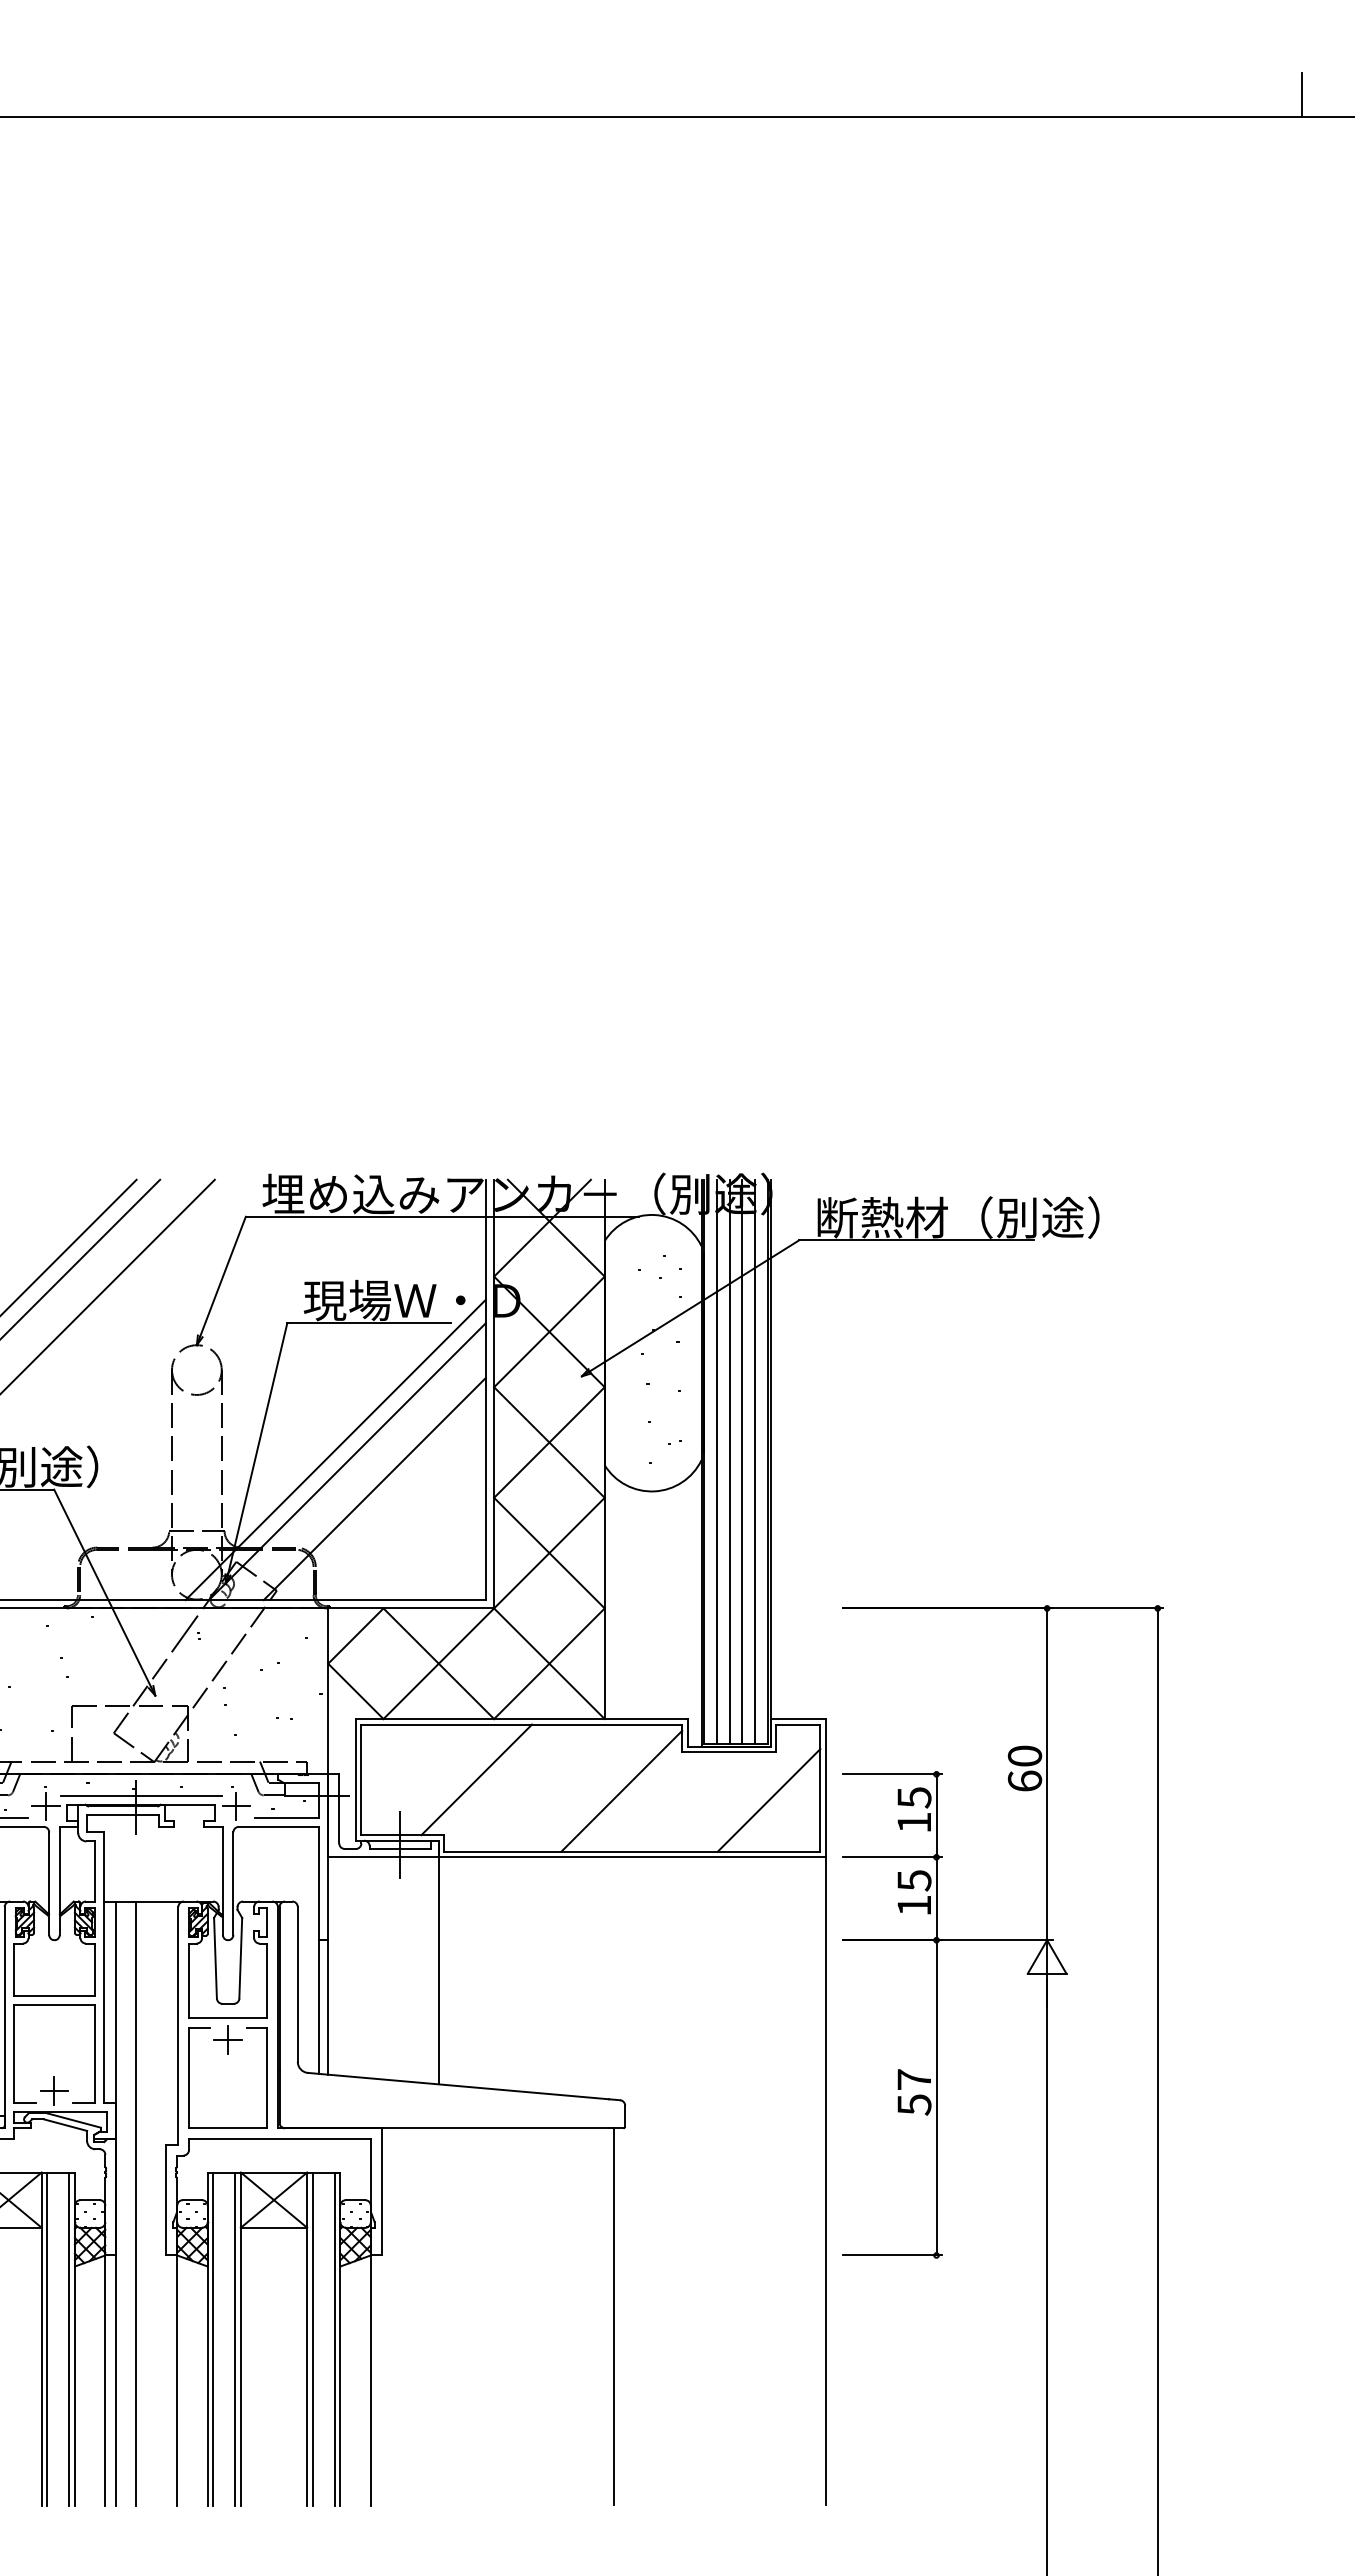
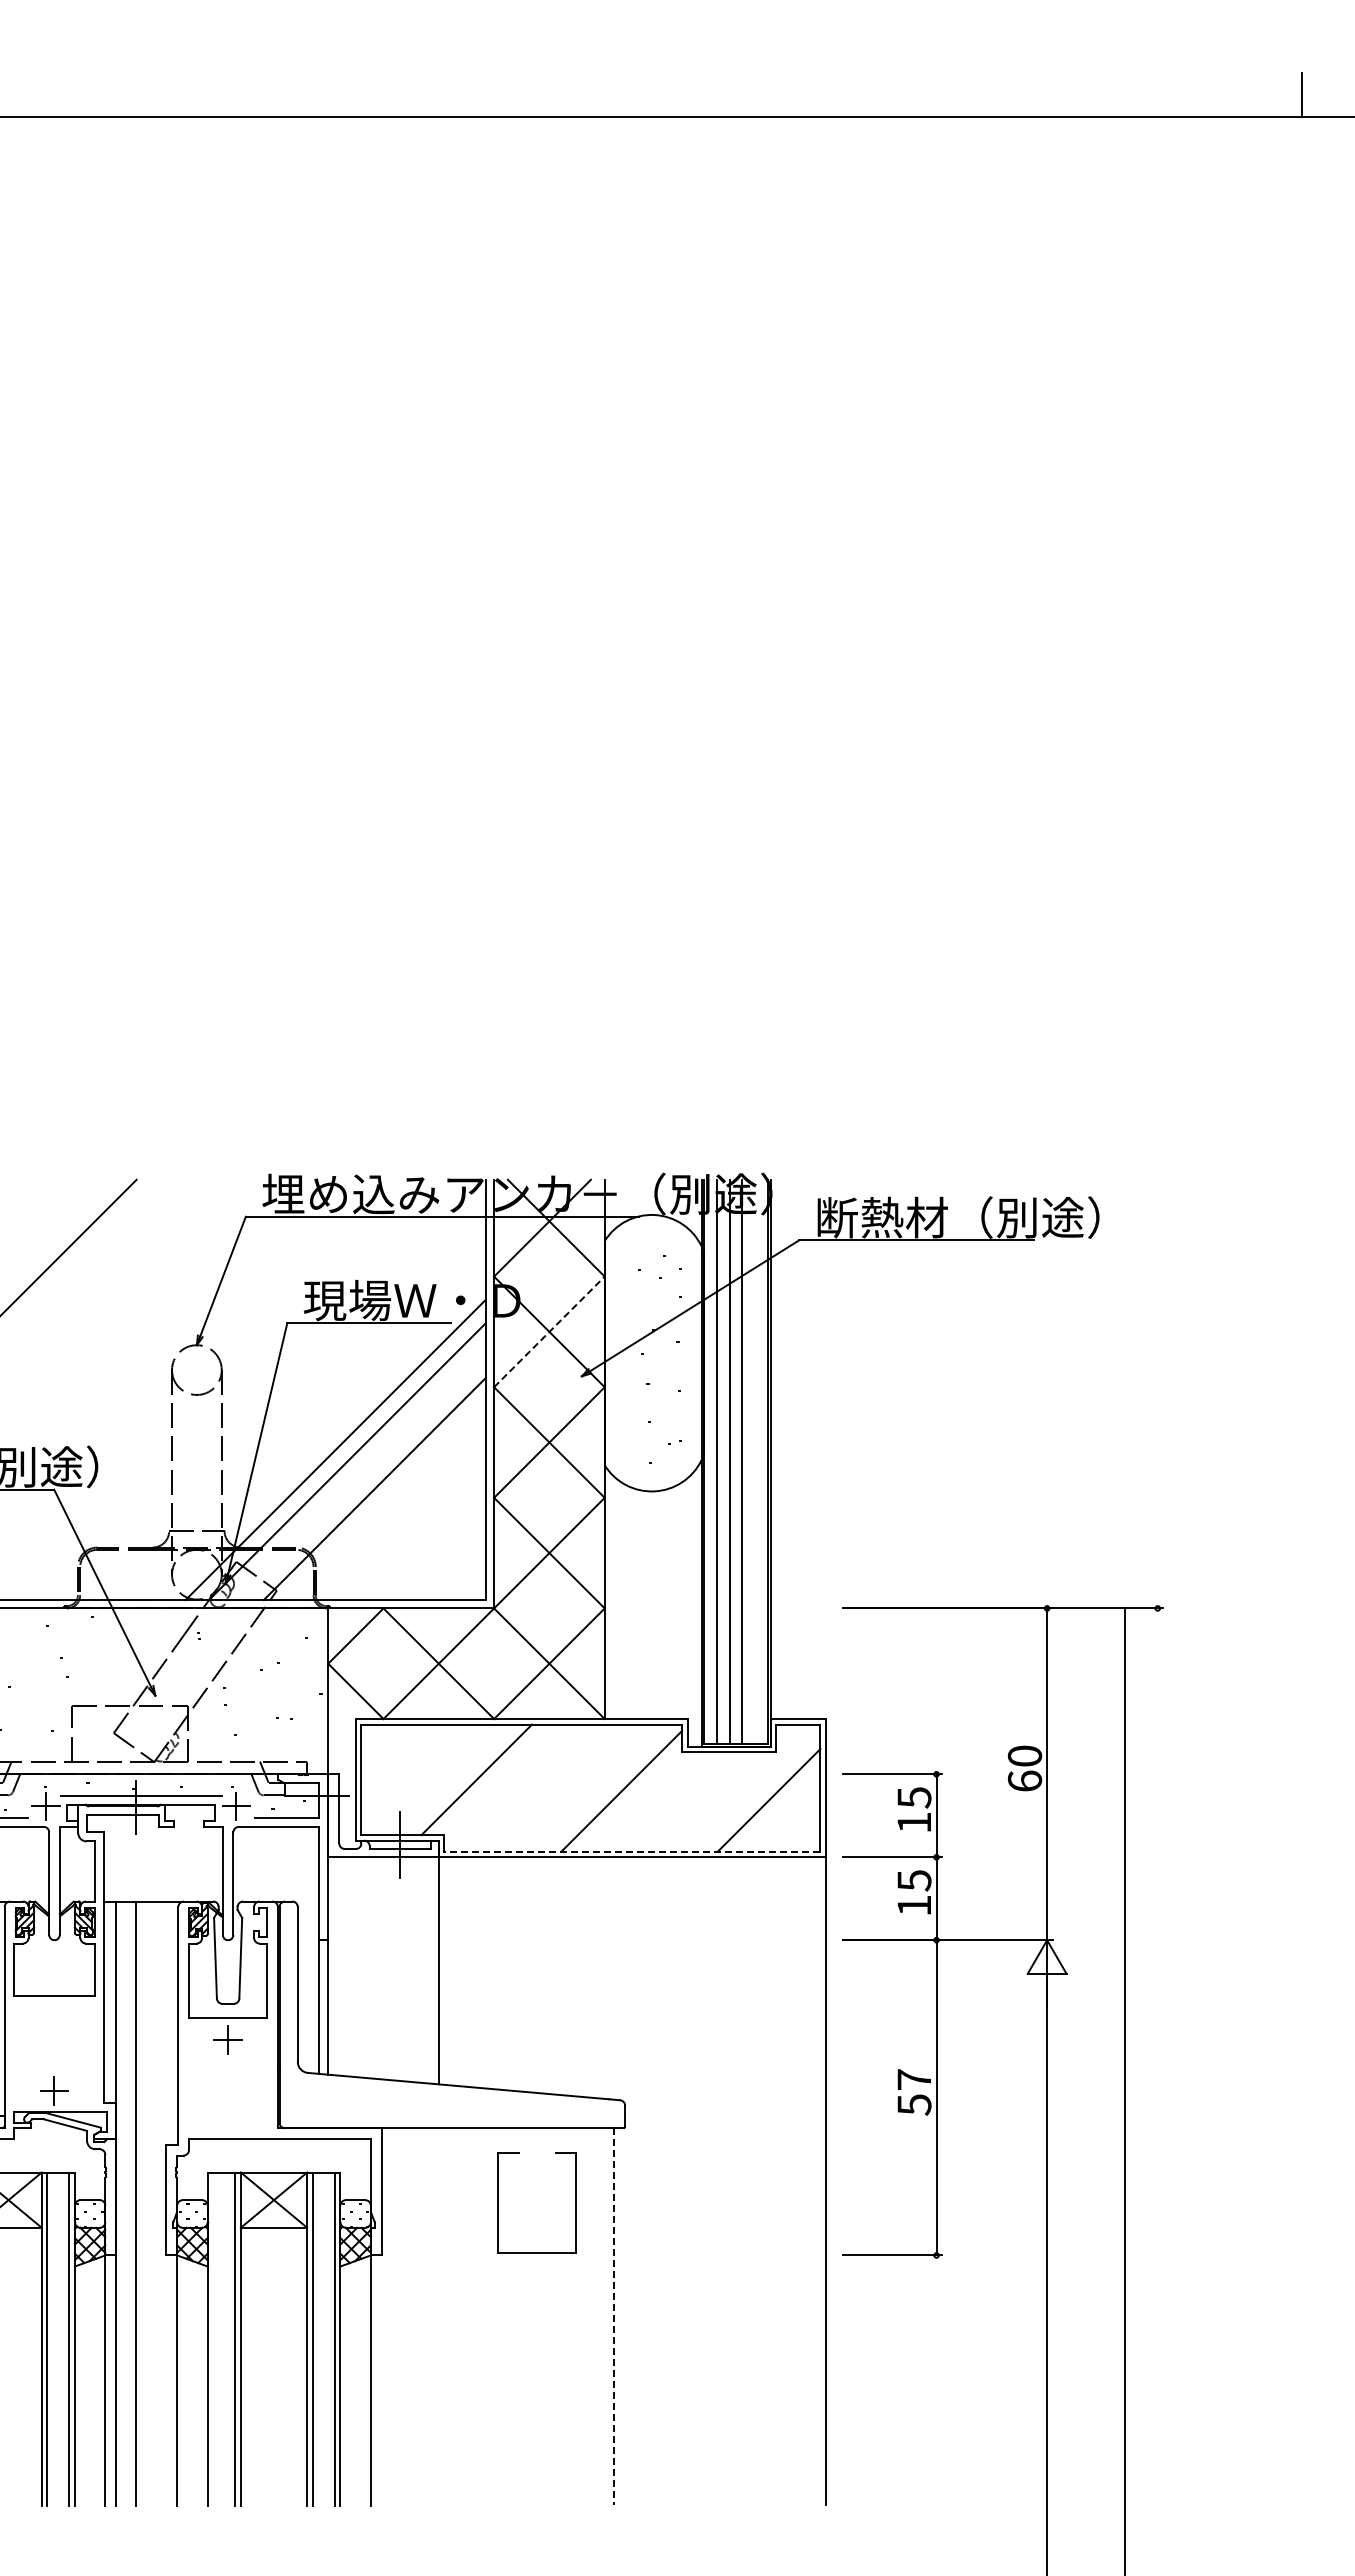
line at (81, 1258): present -> none
line at (108, 1285): present -> none
line at (549, 1331): solid -> dashed
line at (755, 1461): present -> none
line at (631, 1851): solid -> dashed
part at (14, 2053): present -> none
part at (189, 2077) position: (189, 2077) -> (498, 2202)
line at (1157, 2090) position: (1157, 2090) -> (1124, 2090)
line at (614, 2316): solid -> dashed
line at (213, 2338): present -> none
